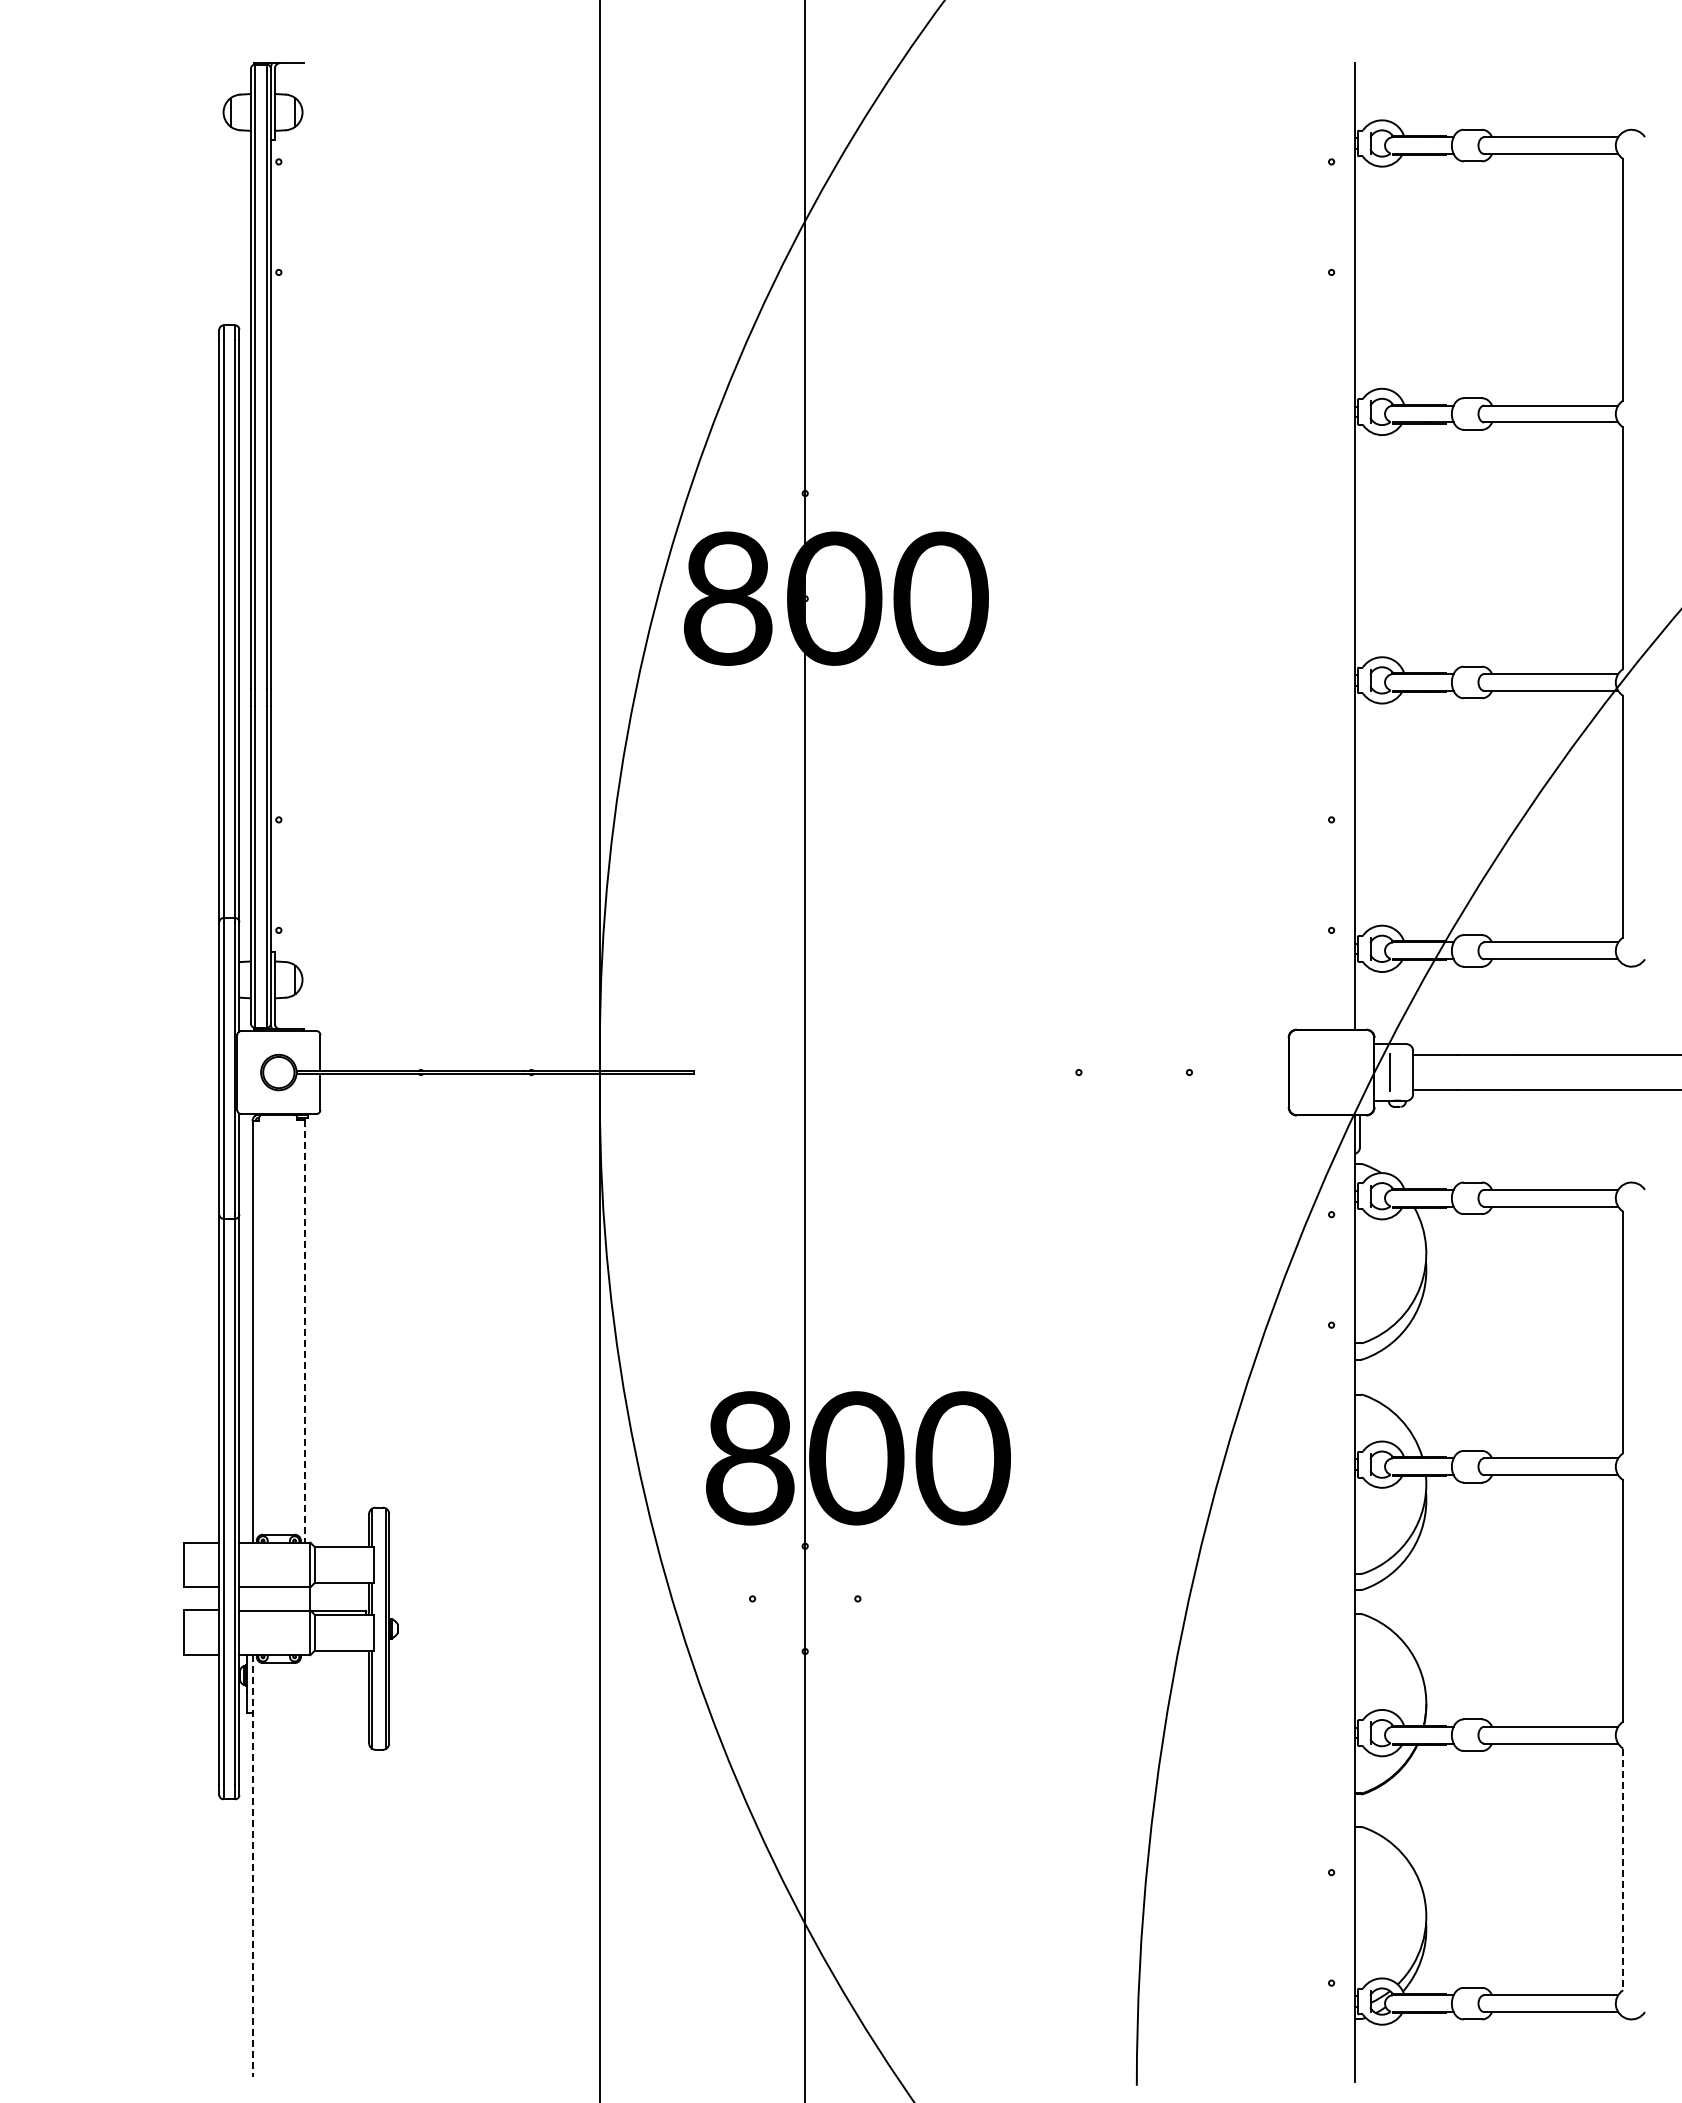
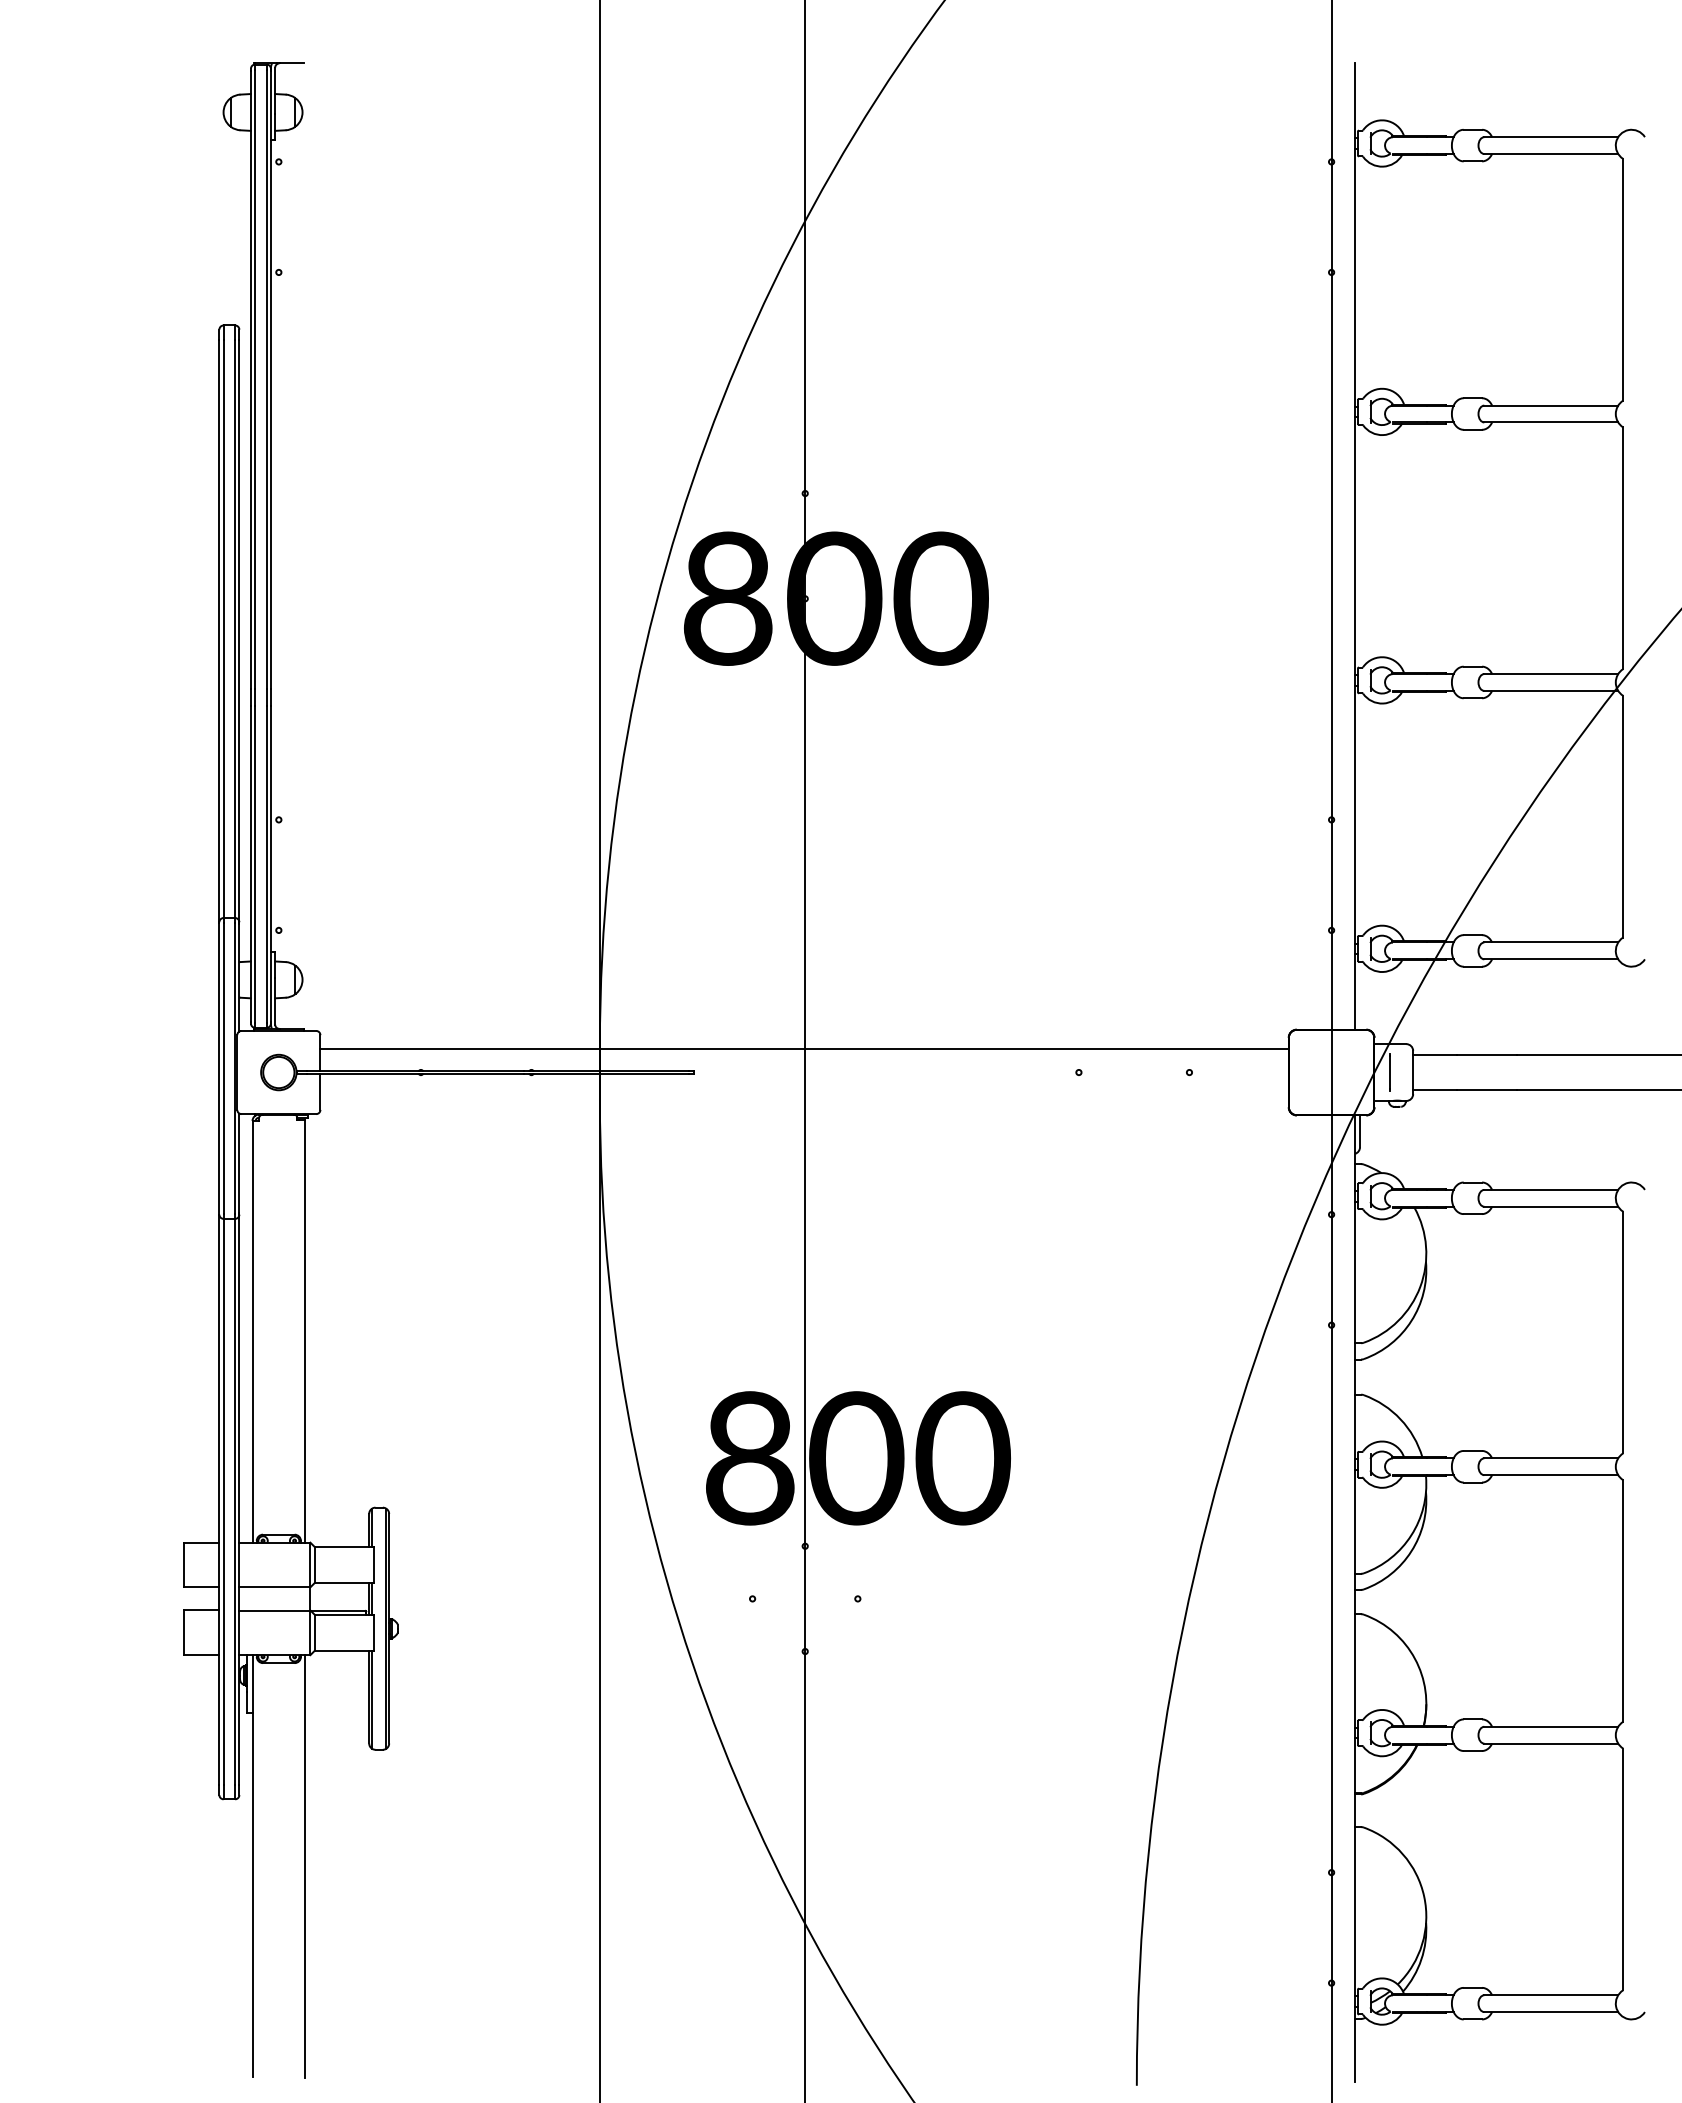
line at (804, 1048): none -> present
line at (1331, 1050): none -> present
line at (305, 1331): dashed -> solid
line at (252, 1865): dashed -> solid
line at (305, 1866): none -> present
line at (1623, 1869): dashed -> solid
